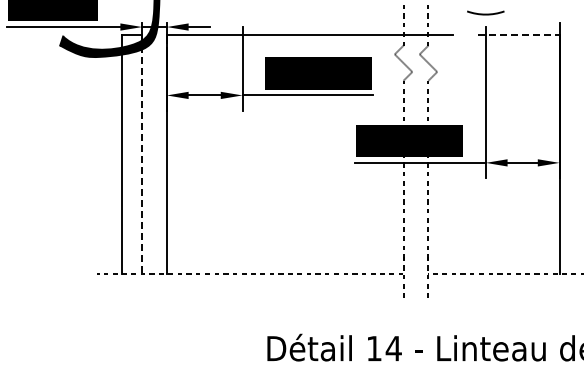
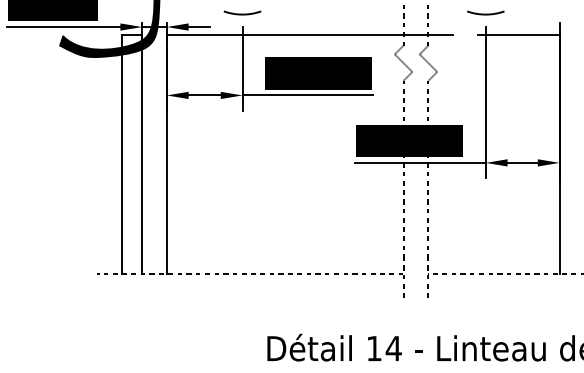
arc at (242, 13): none -> present
line at (518, 35): dashed -> solid
line at (142, 155): dashed -> solid
